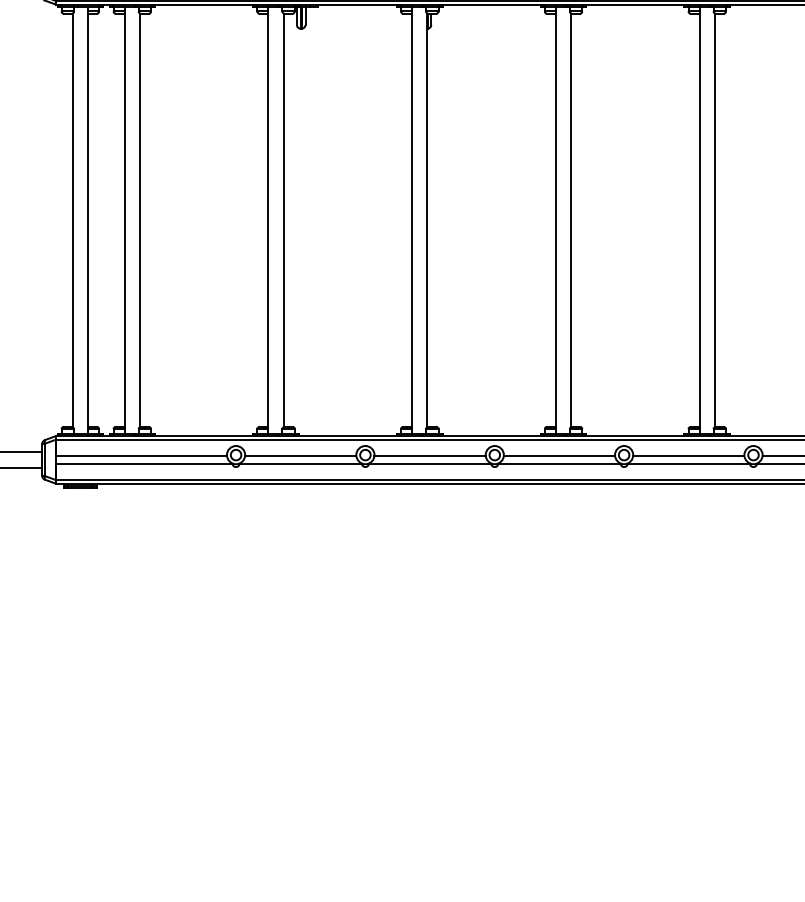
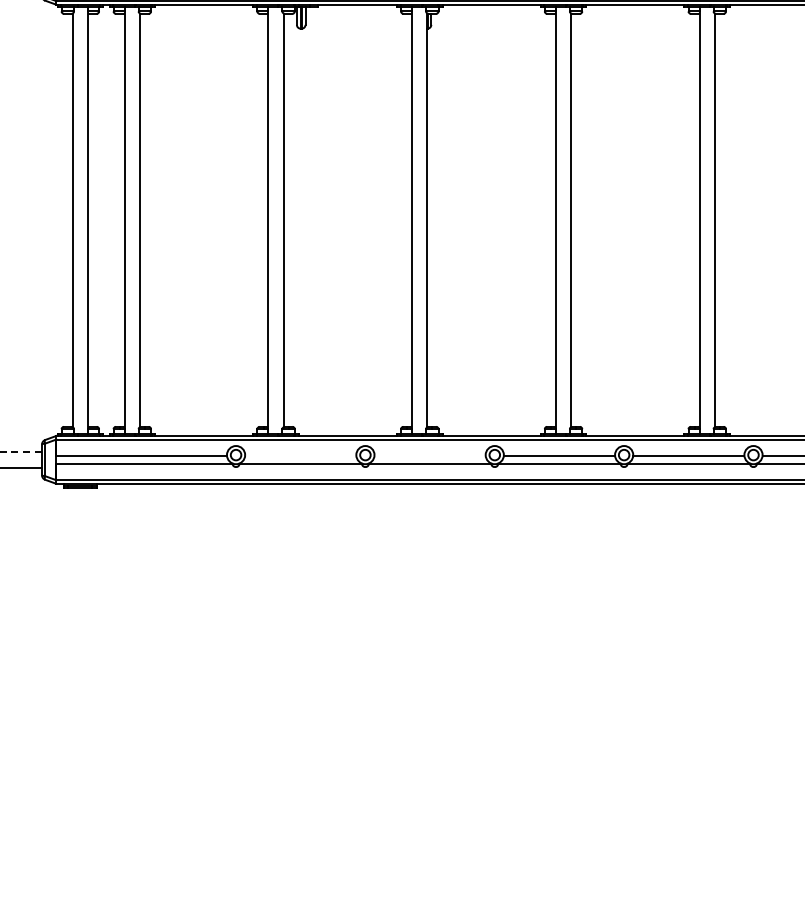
line at (21, 452): solid -> dashed
line at (300, 456): present -> none
line at (429, 456): present -> none
